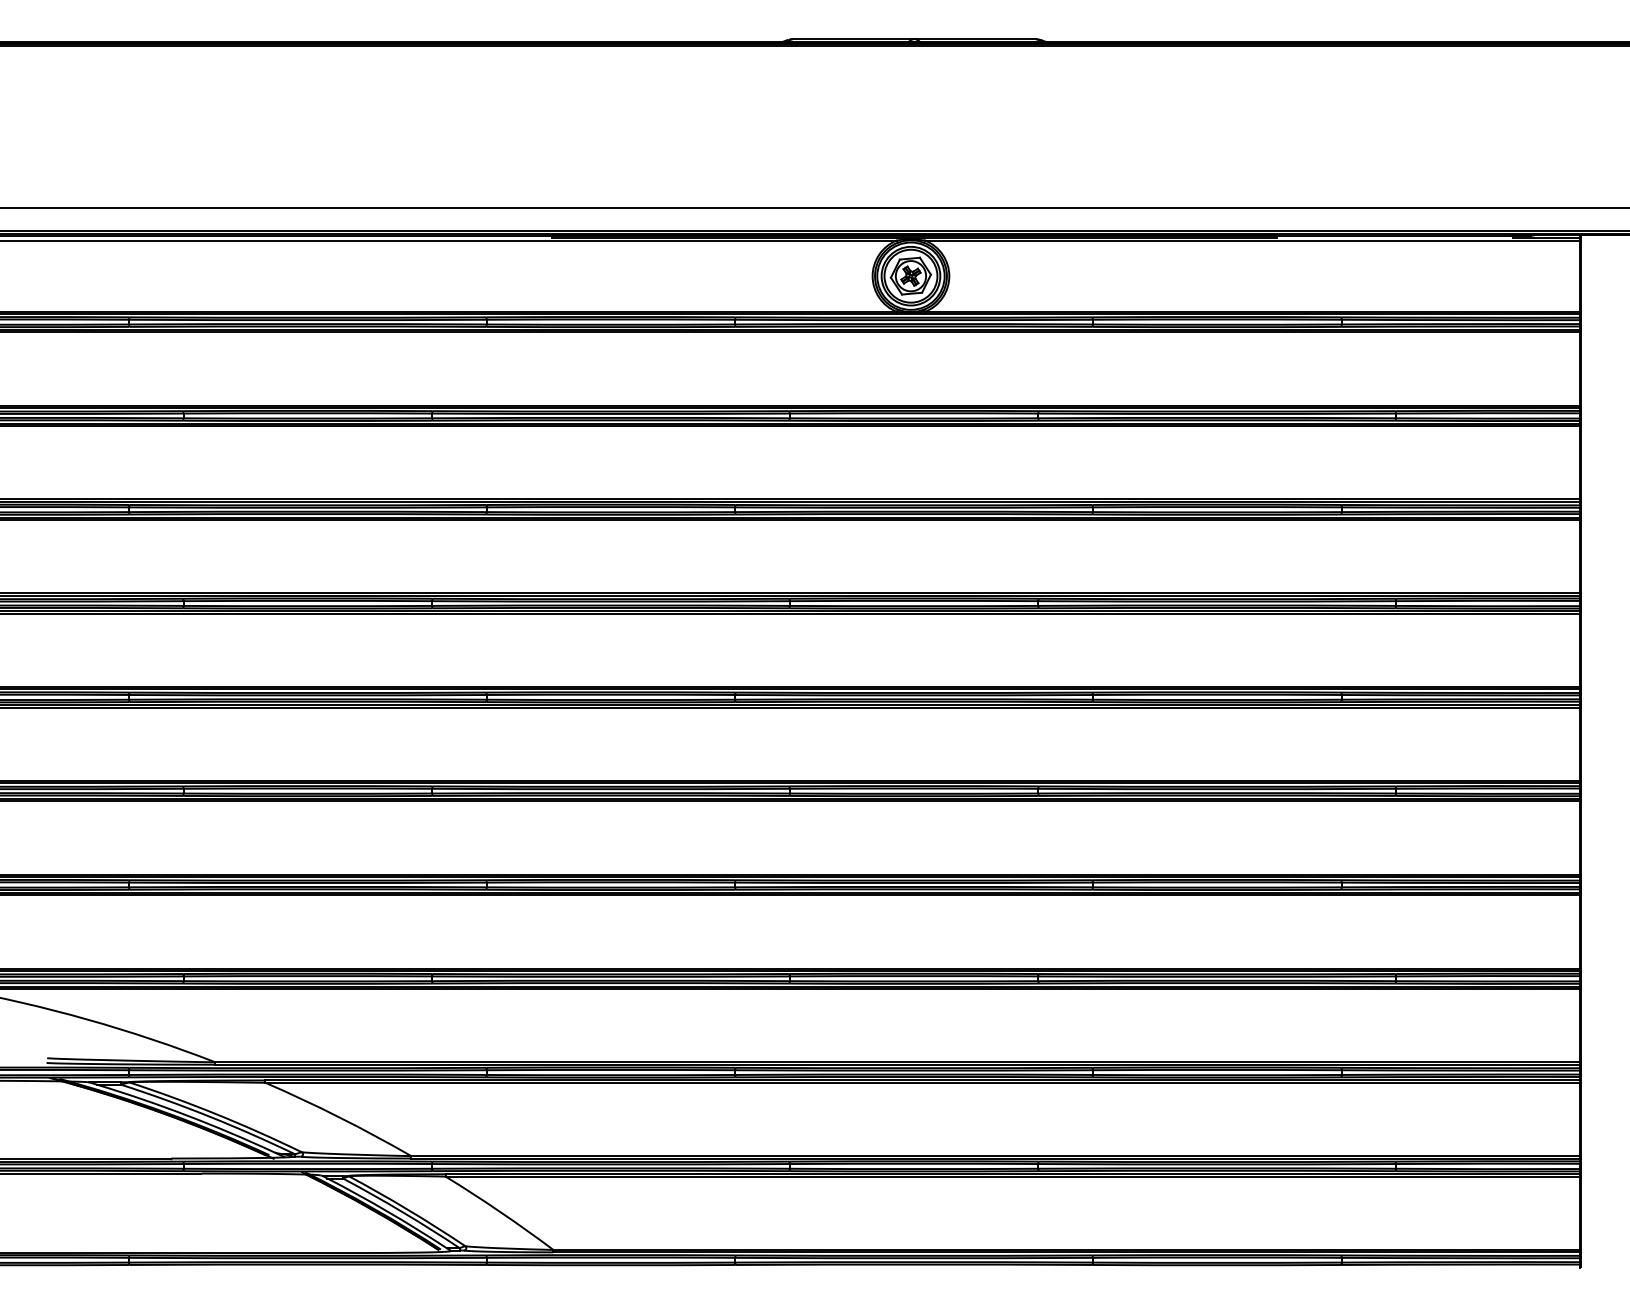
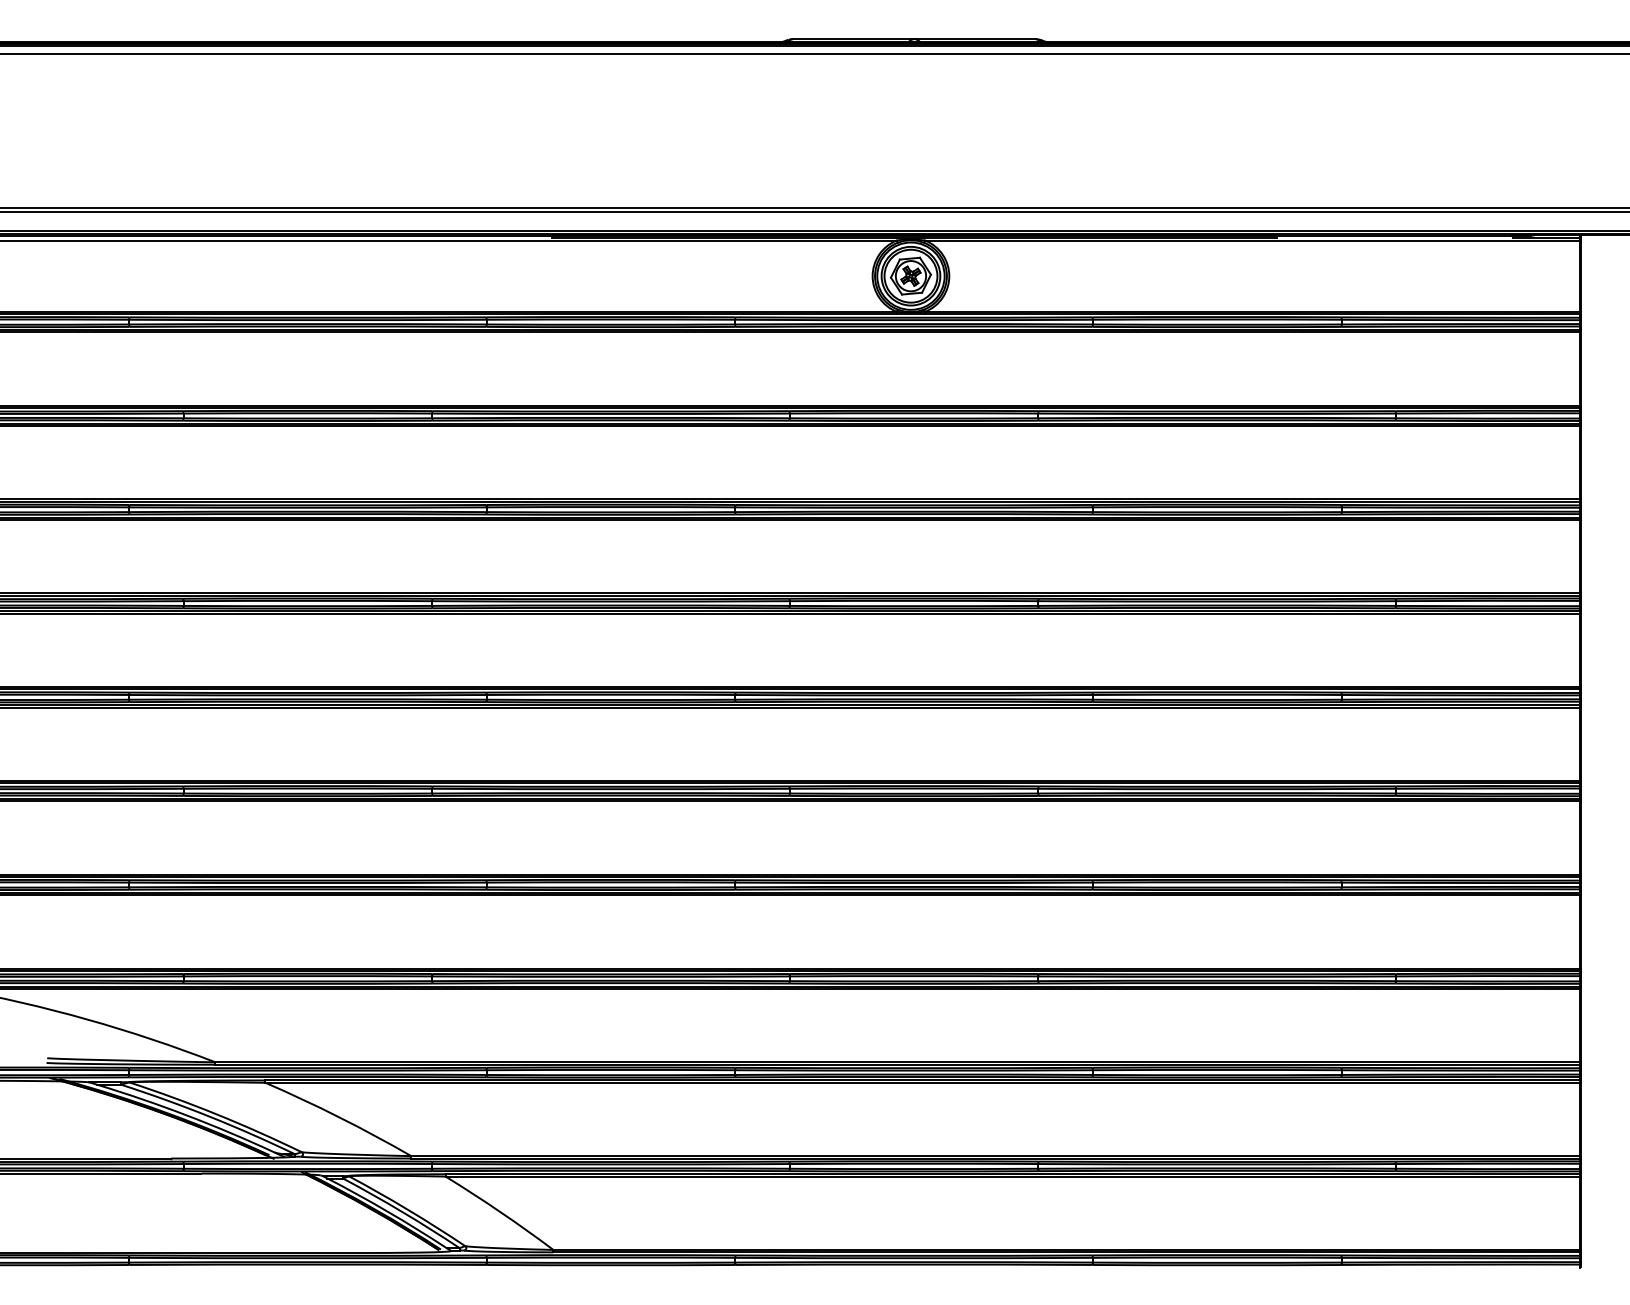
line at (814, 53): none -> present
line at (814, 211): none -> present
